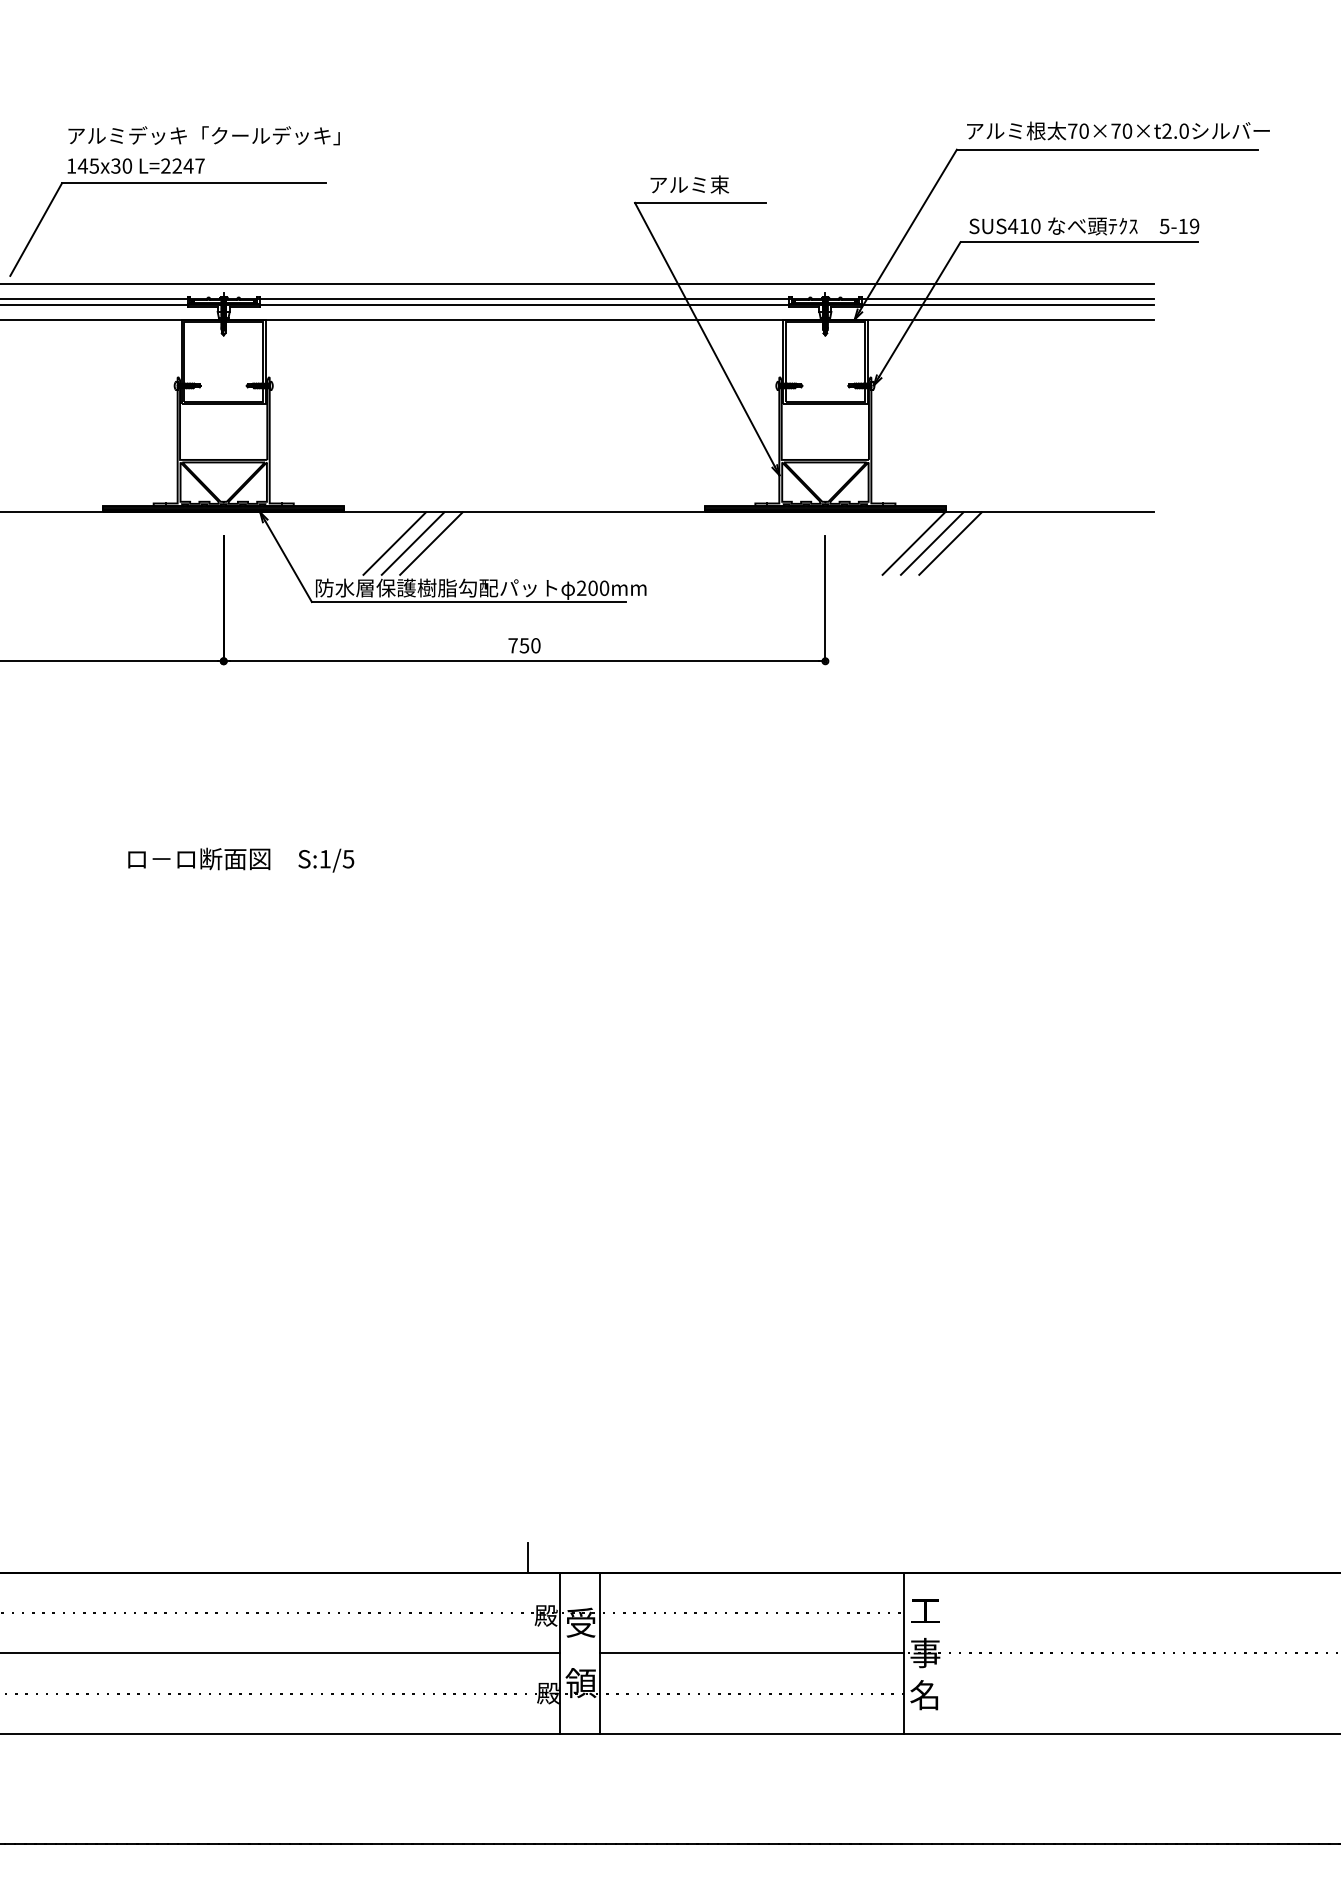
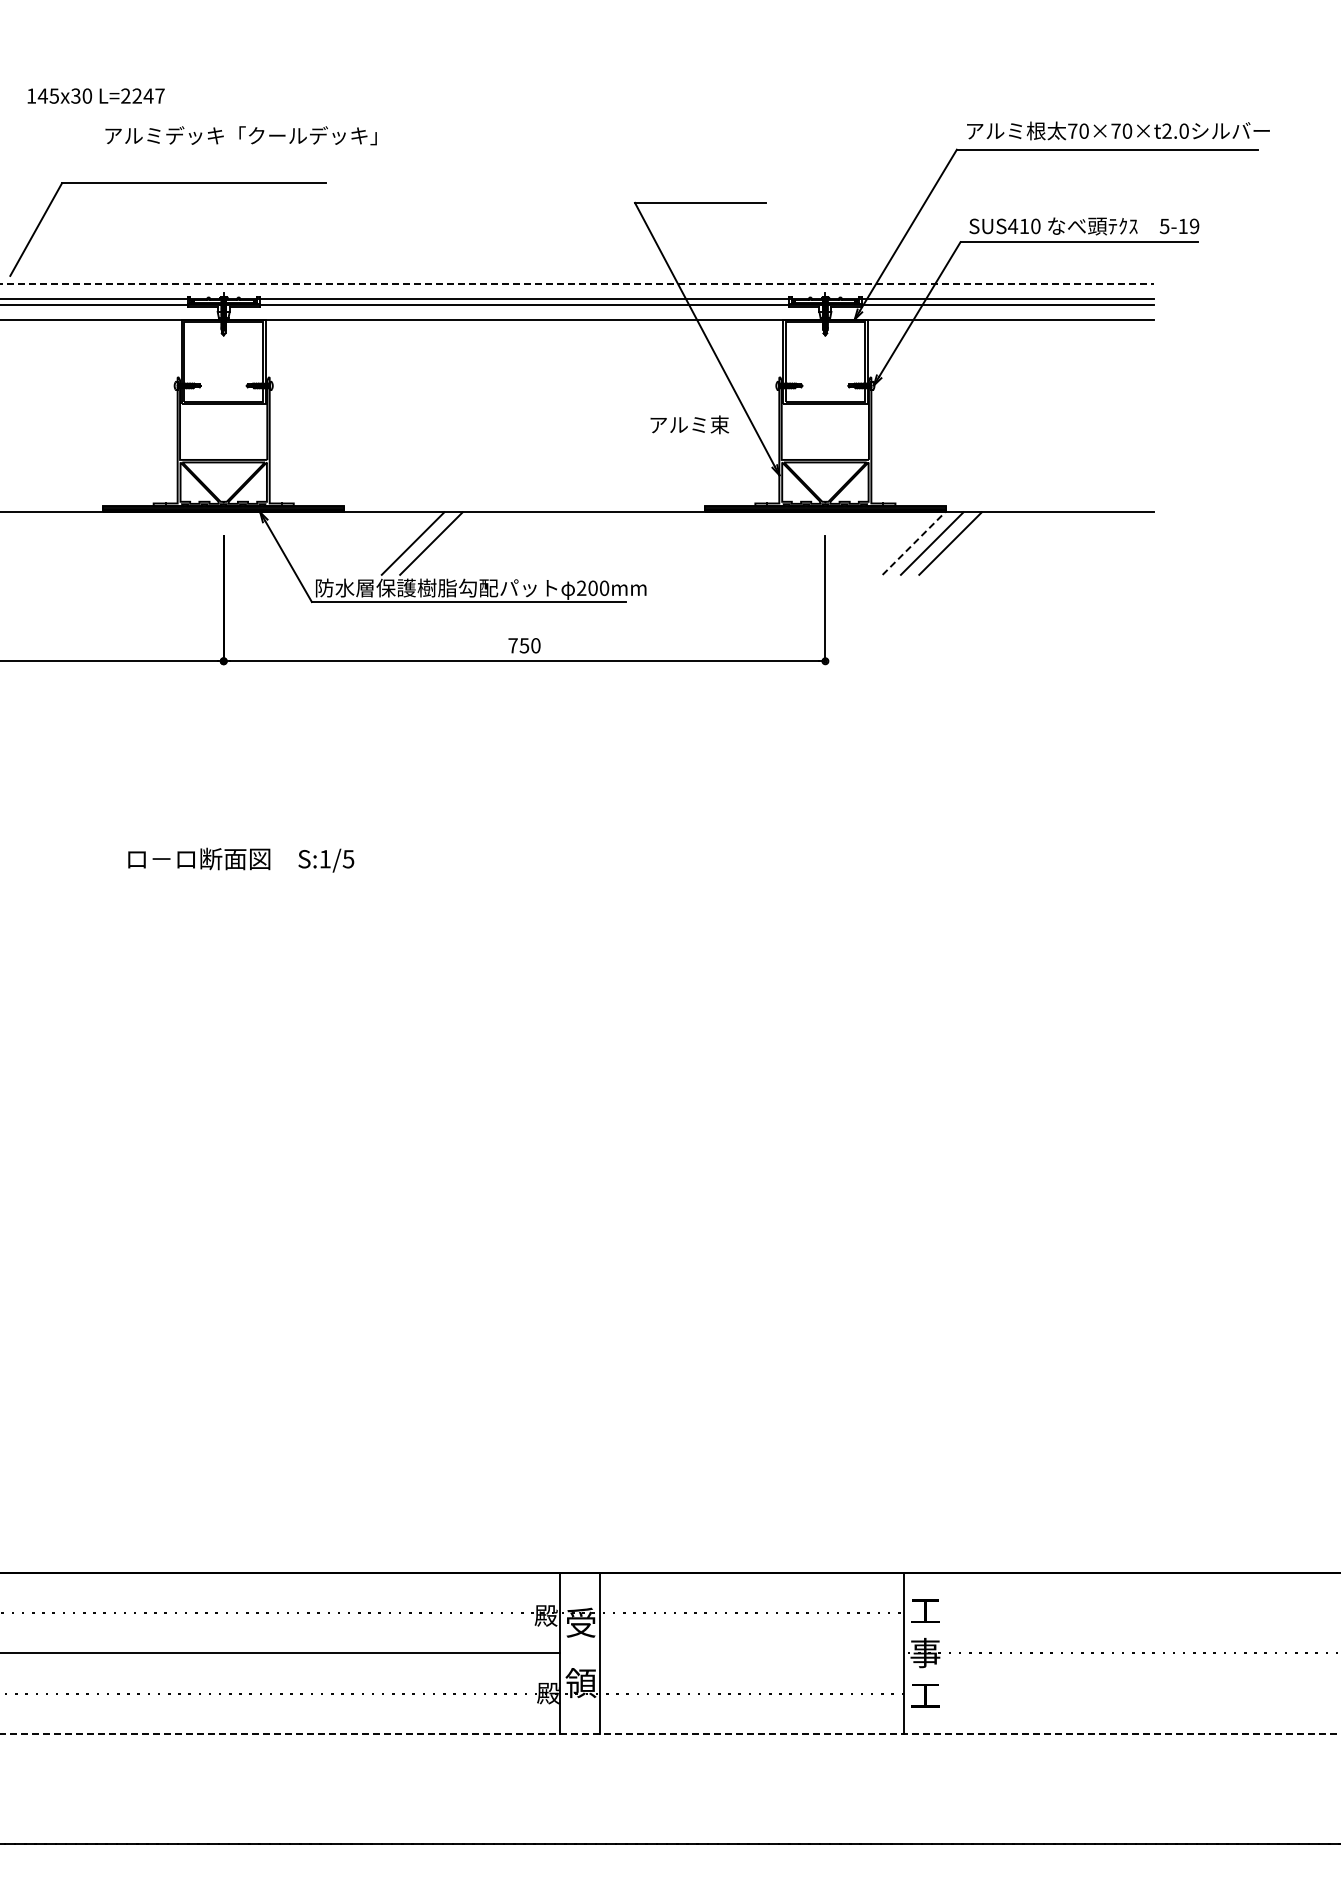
text at (203, 135) position: (203, 135) -> (240, 135)
text at (135, 165) position: (135, 165) -> (95, 95)
text at (689, 184) position: (689, 184) -> (689, 424)
line at (577, 283): solid -> dashed
line at (394, 543): present -> none
line at (914, 543): solid -> dashed
line at (527, 1558): present -> none
line at (752, 1653): present -> none
text at (924, 1695): 名 -> 工
line at (670, 1733): solid -> dashed
